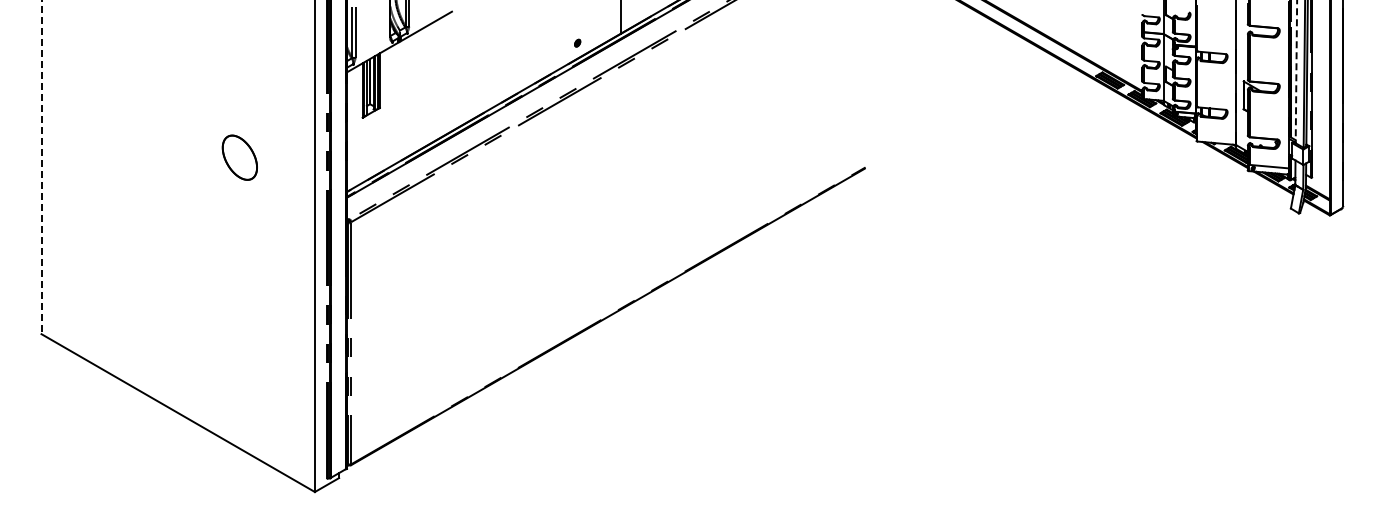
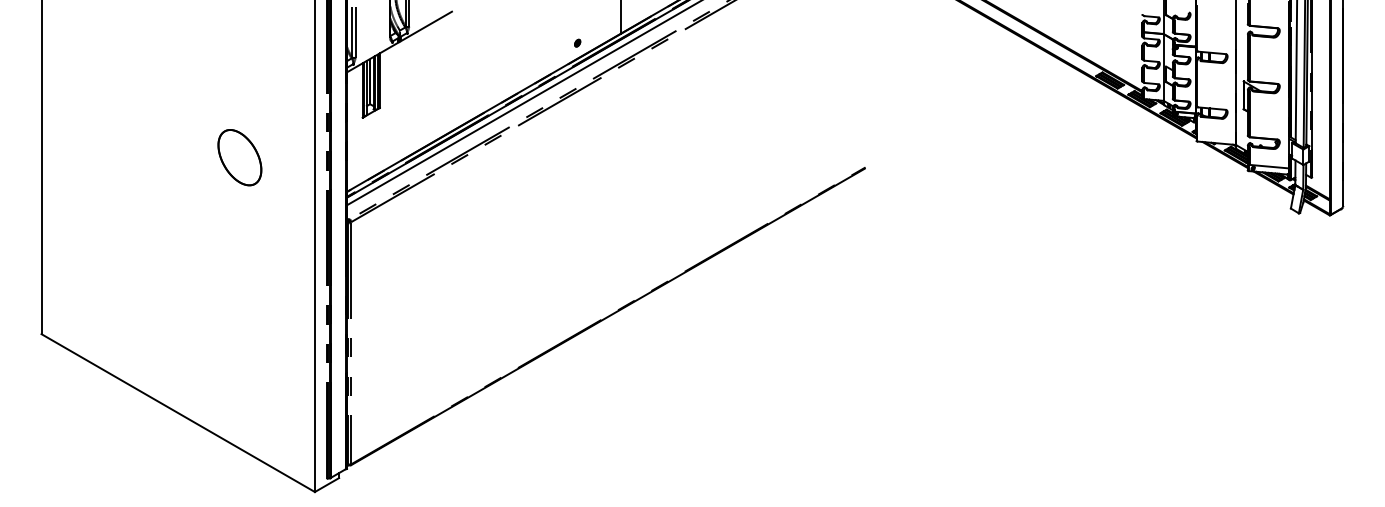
line at (1296, 72): dashed -> solid
line at (522, 103): none -> present
part at (239, 157) size: 37x47 px -> 46x58 px
line at (41, 167): dashed -> solid
